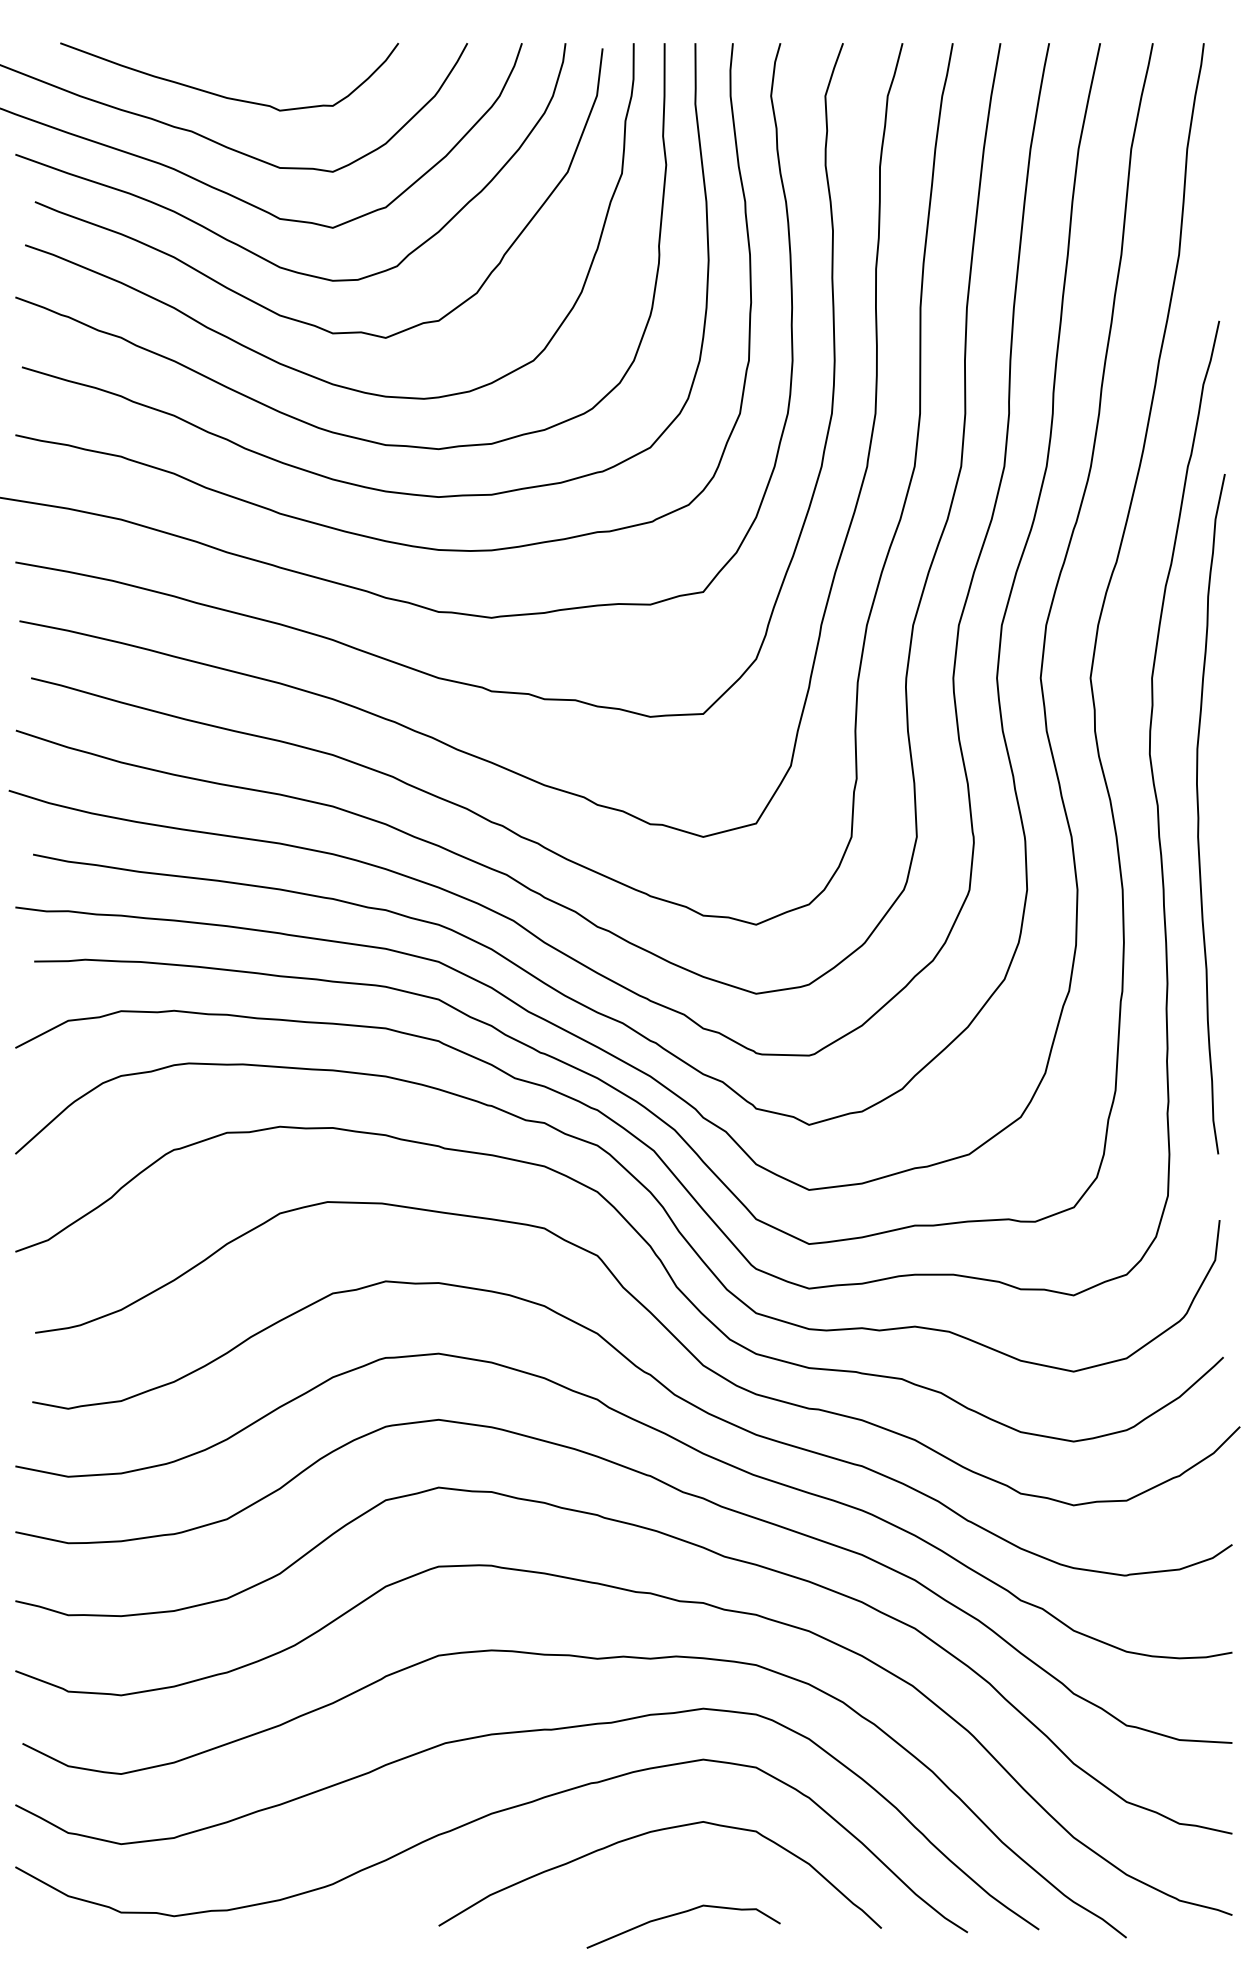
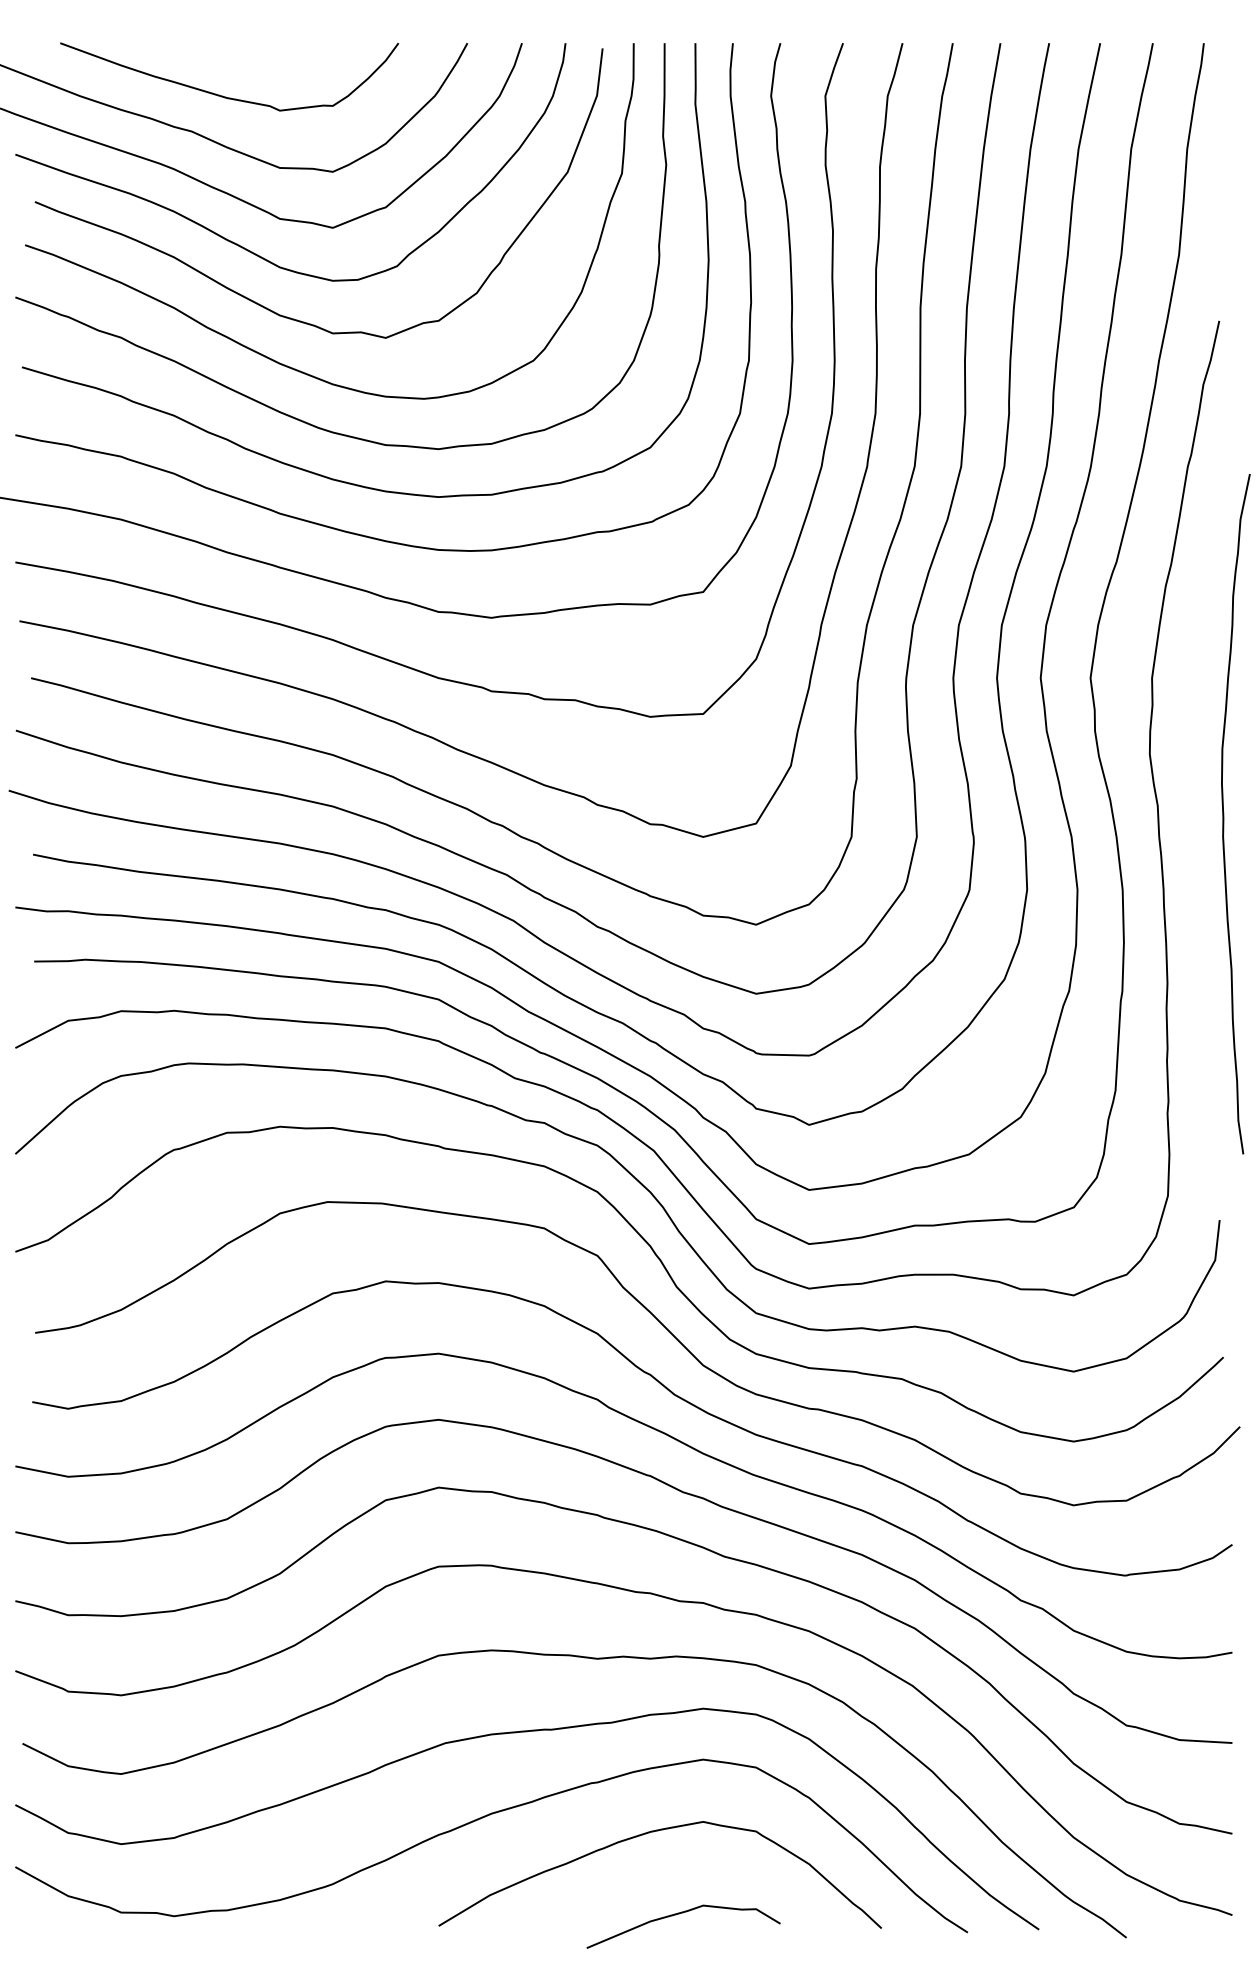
curve at (1199, 814) position: (1199, 814) -> (1224, 814)
